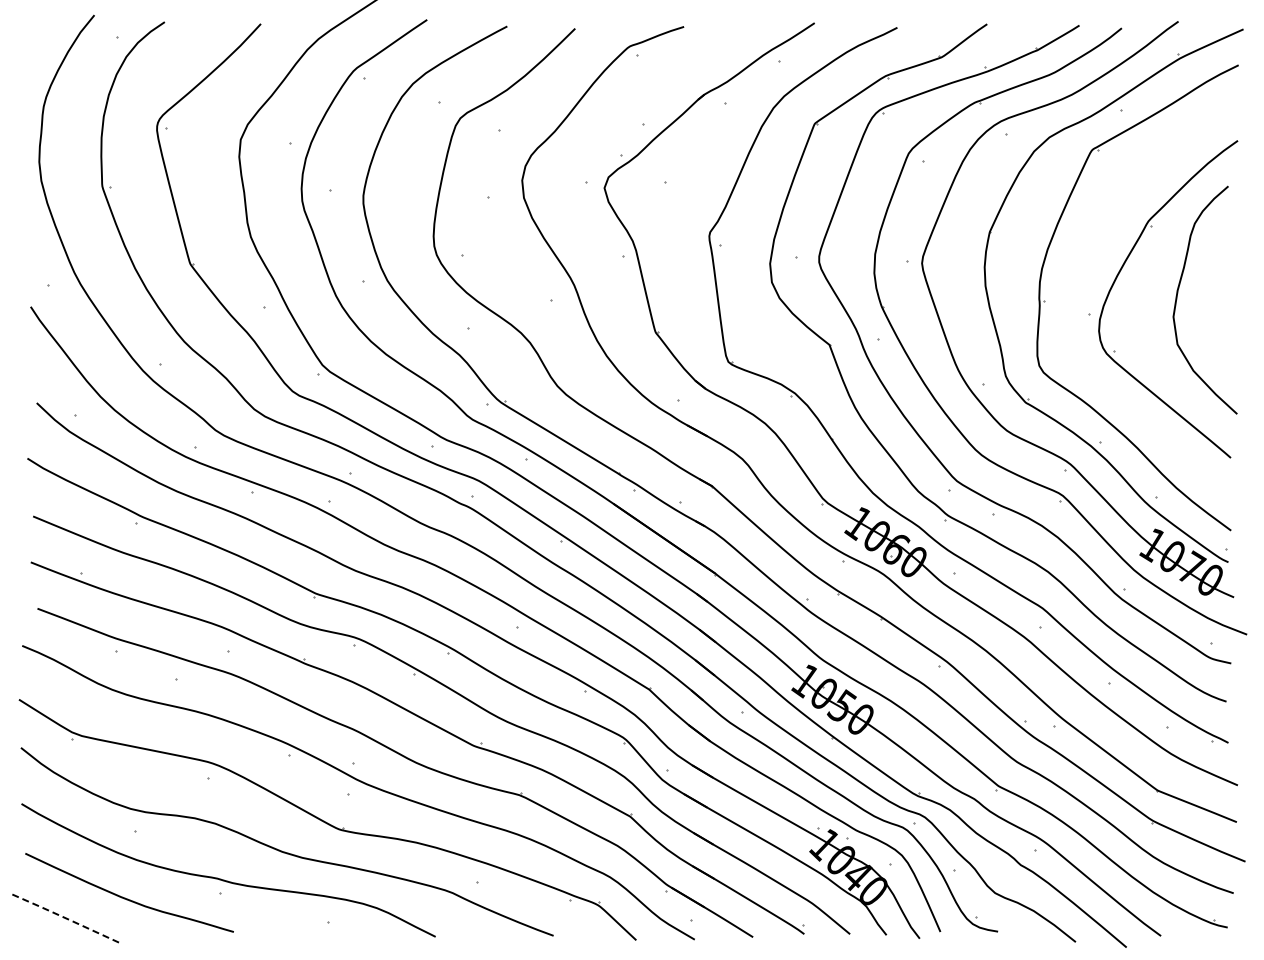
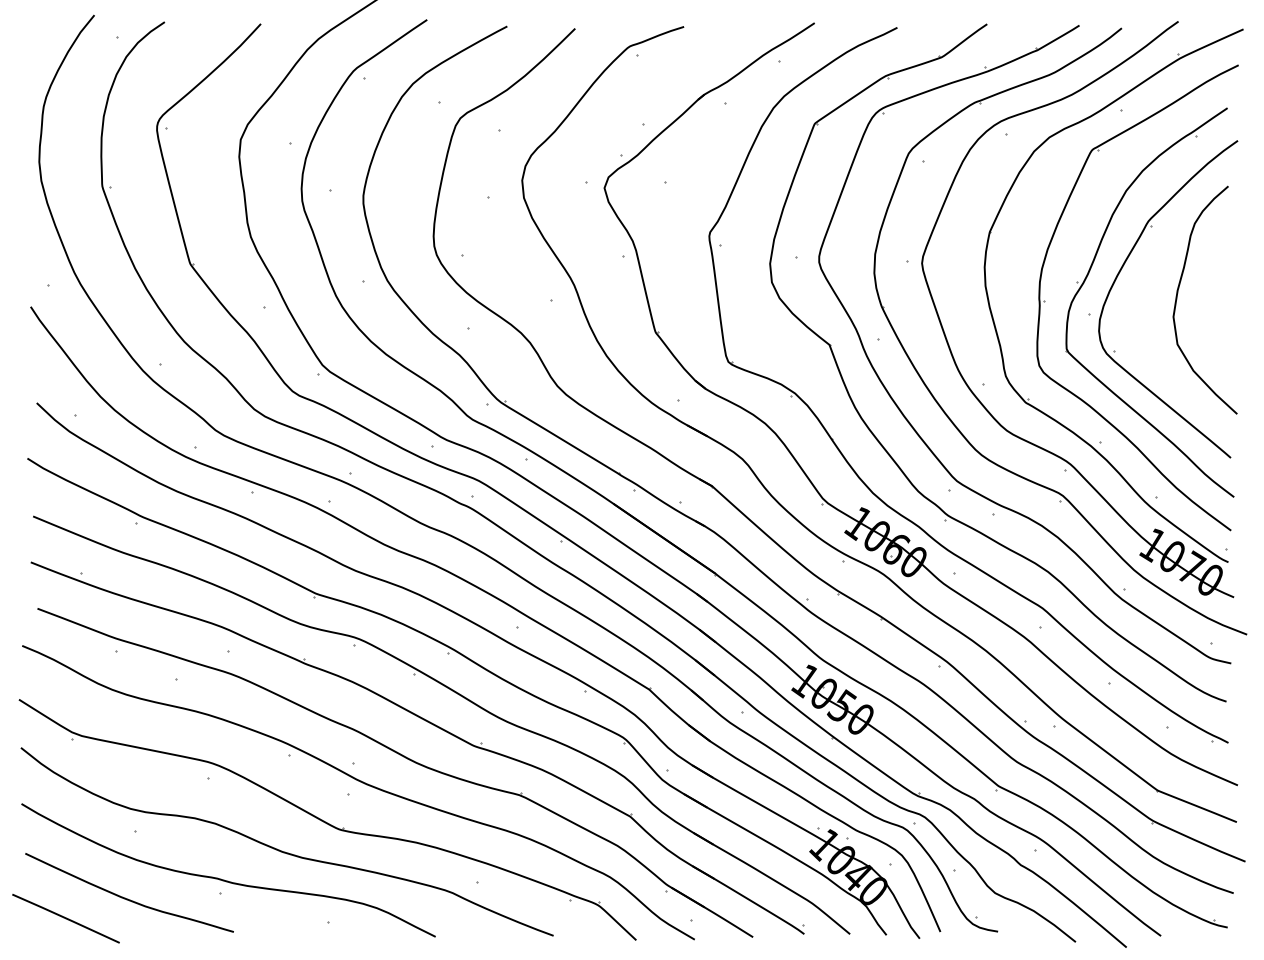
part at (1089, 273): none -> present
line at (66, 918): dashed -> solid
